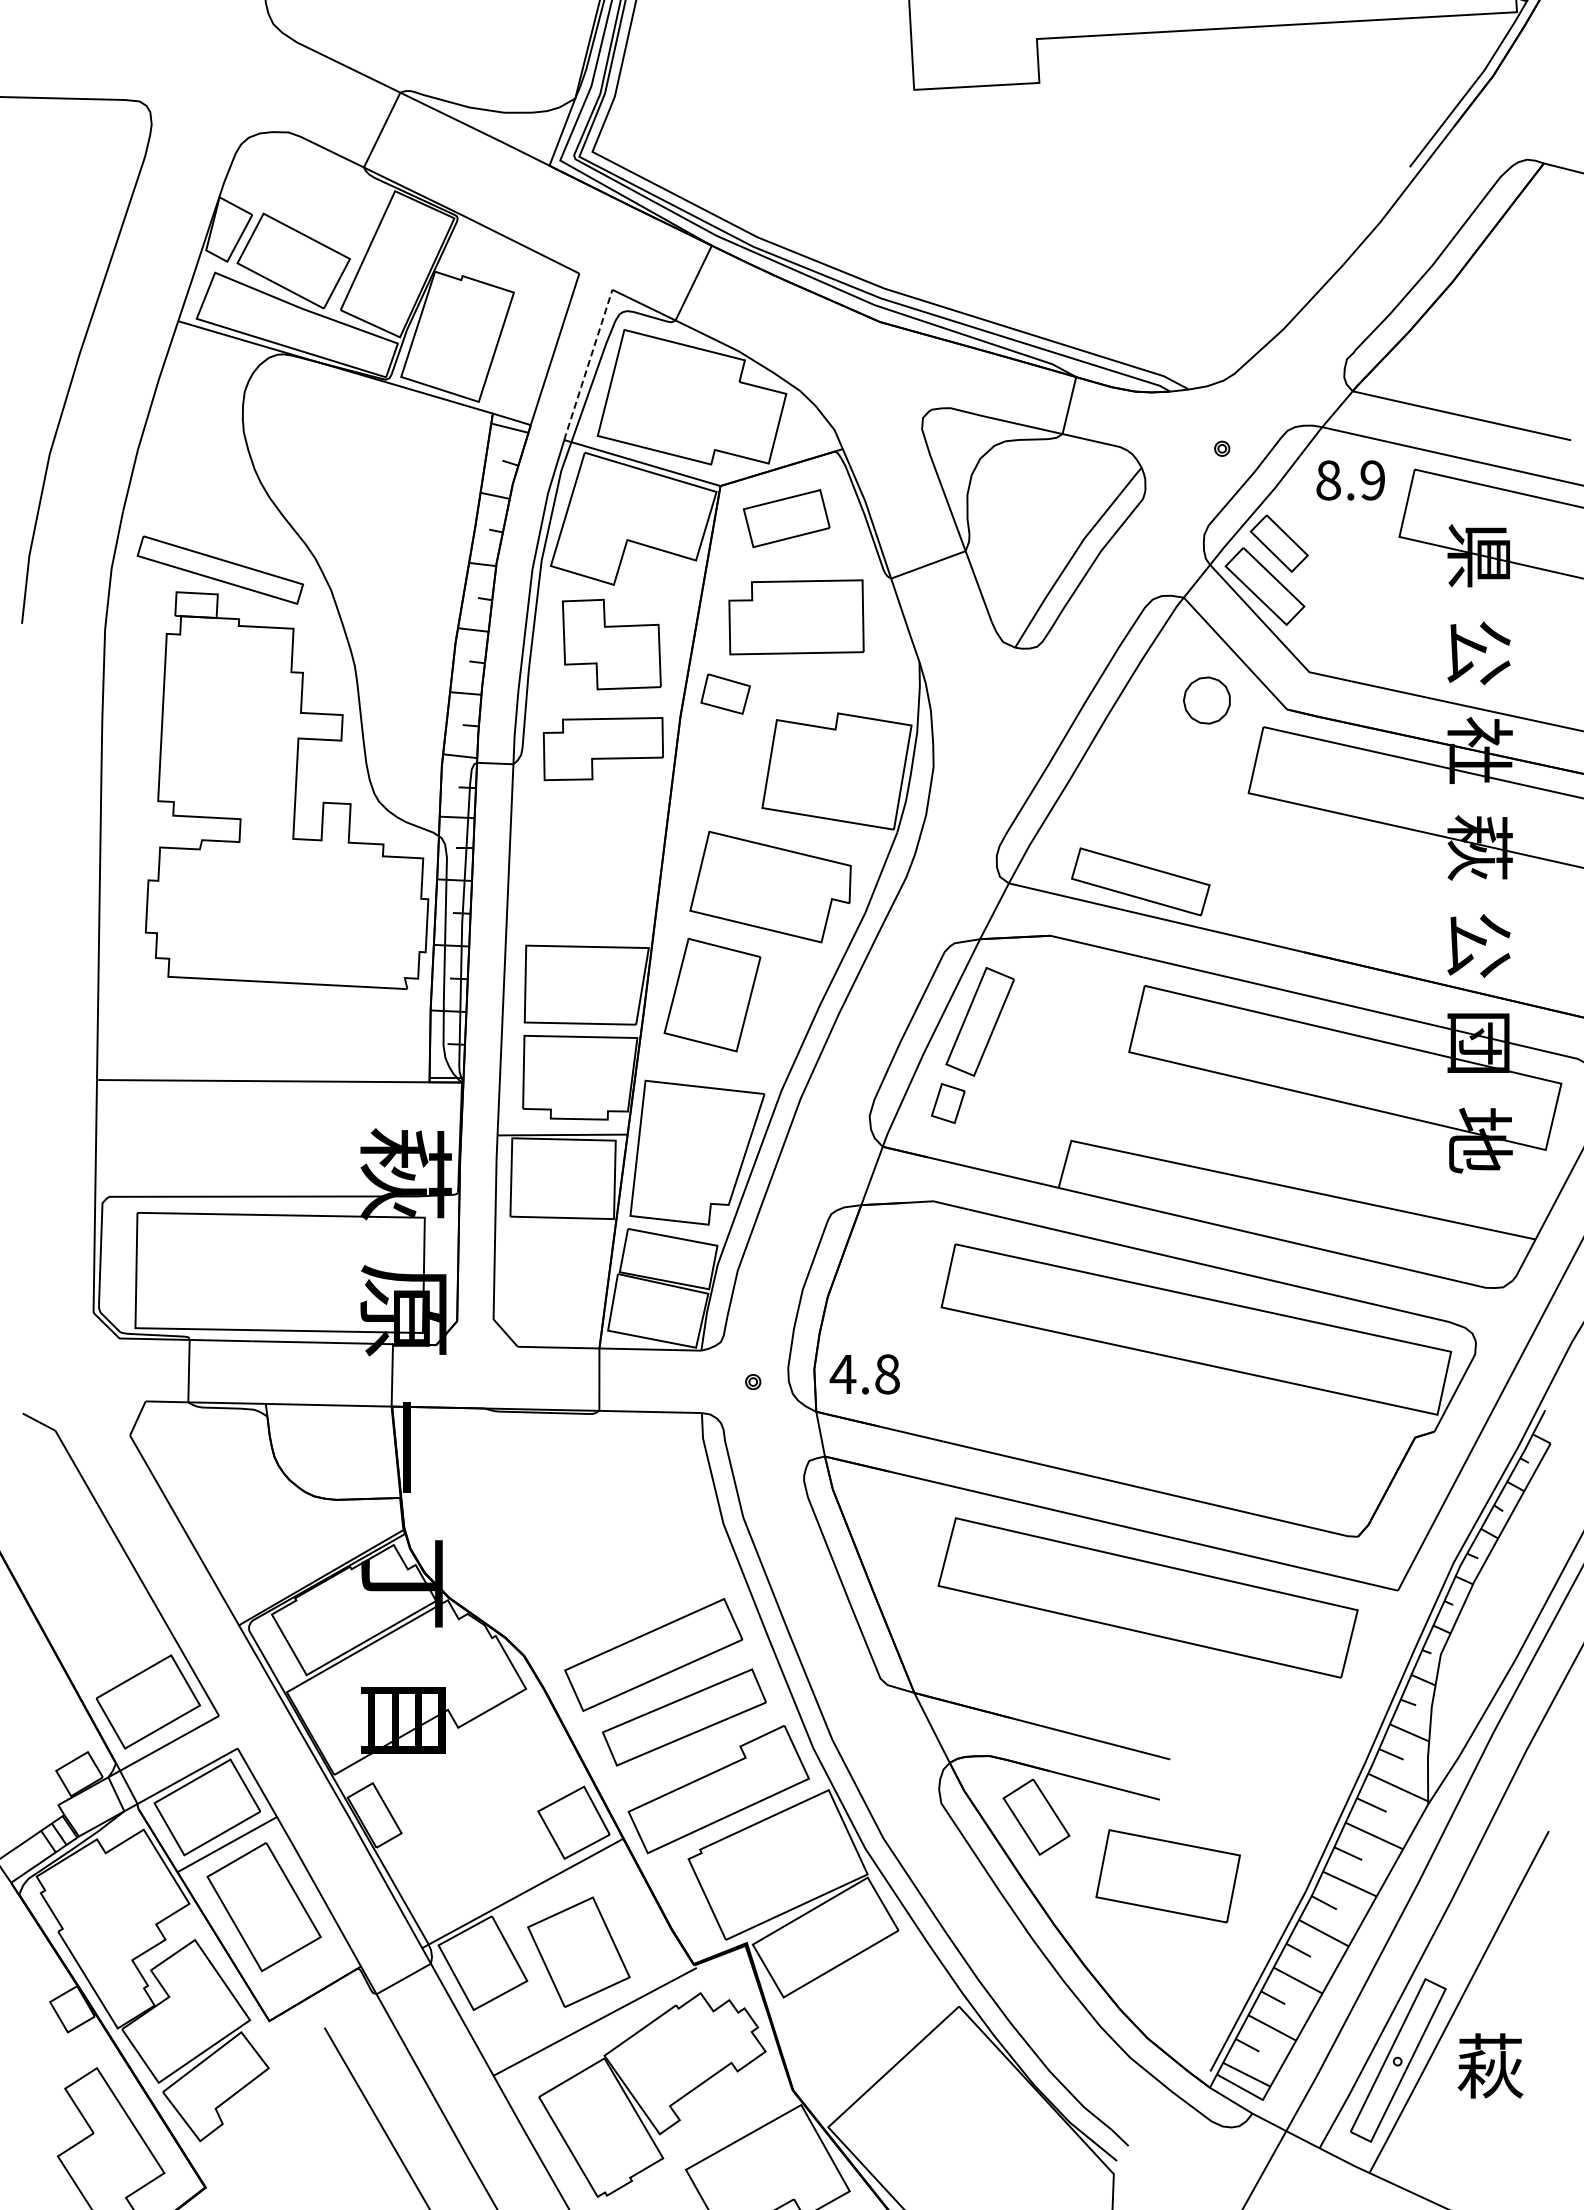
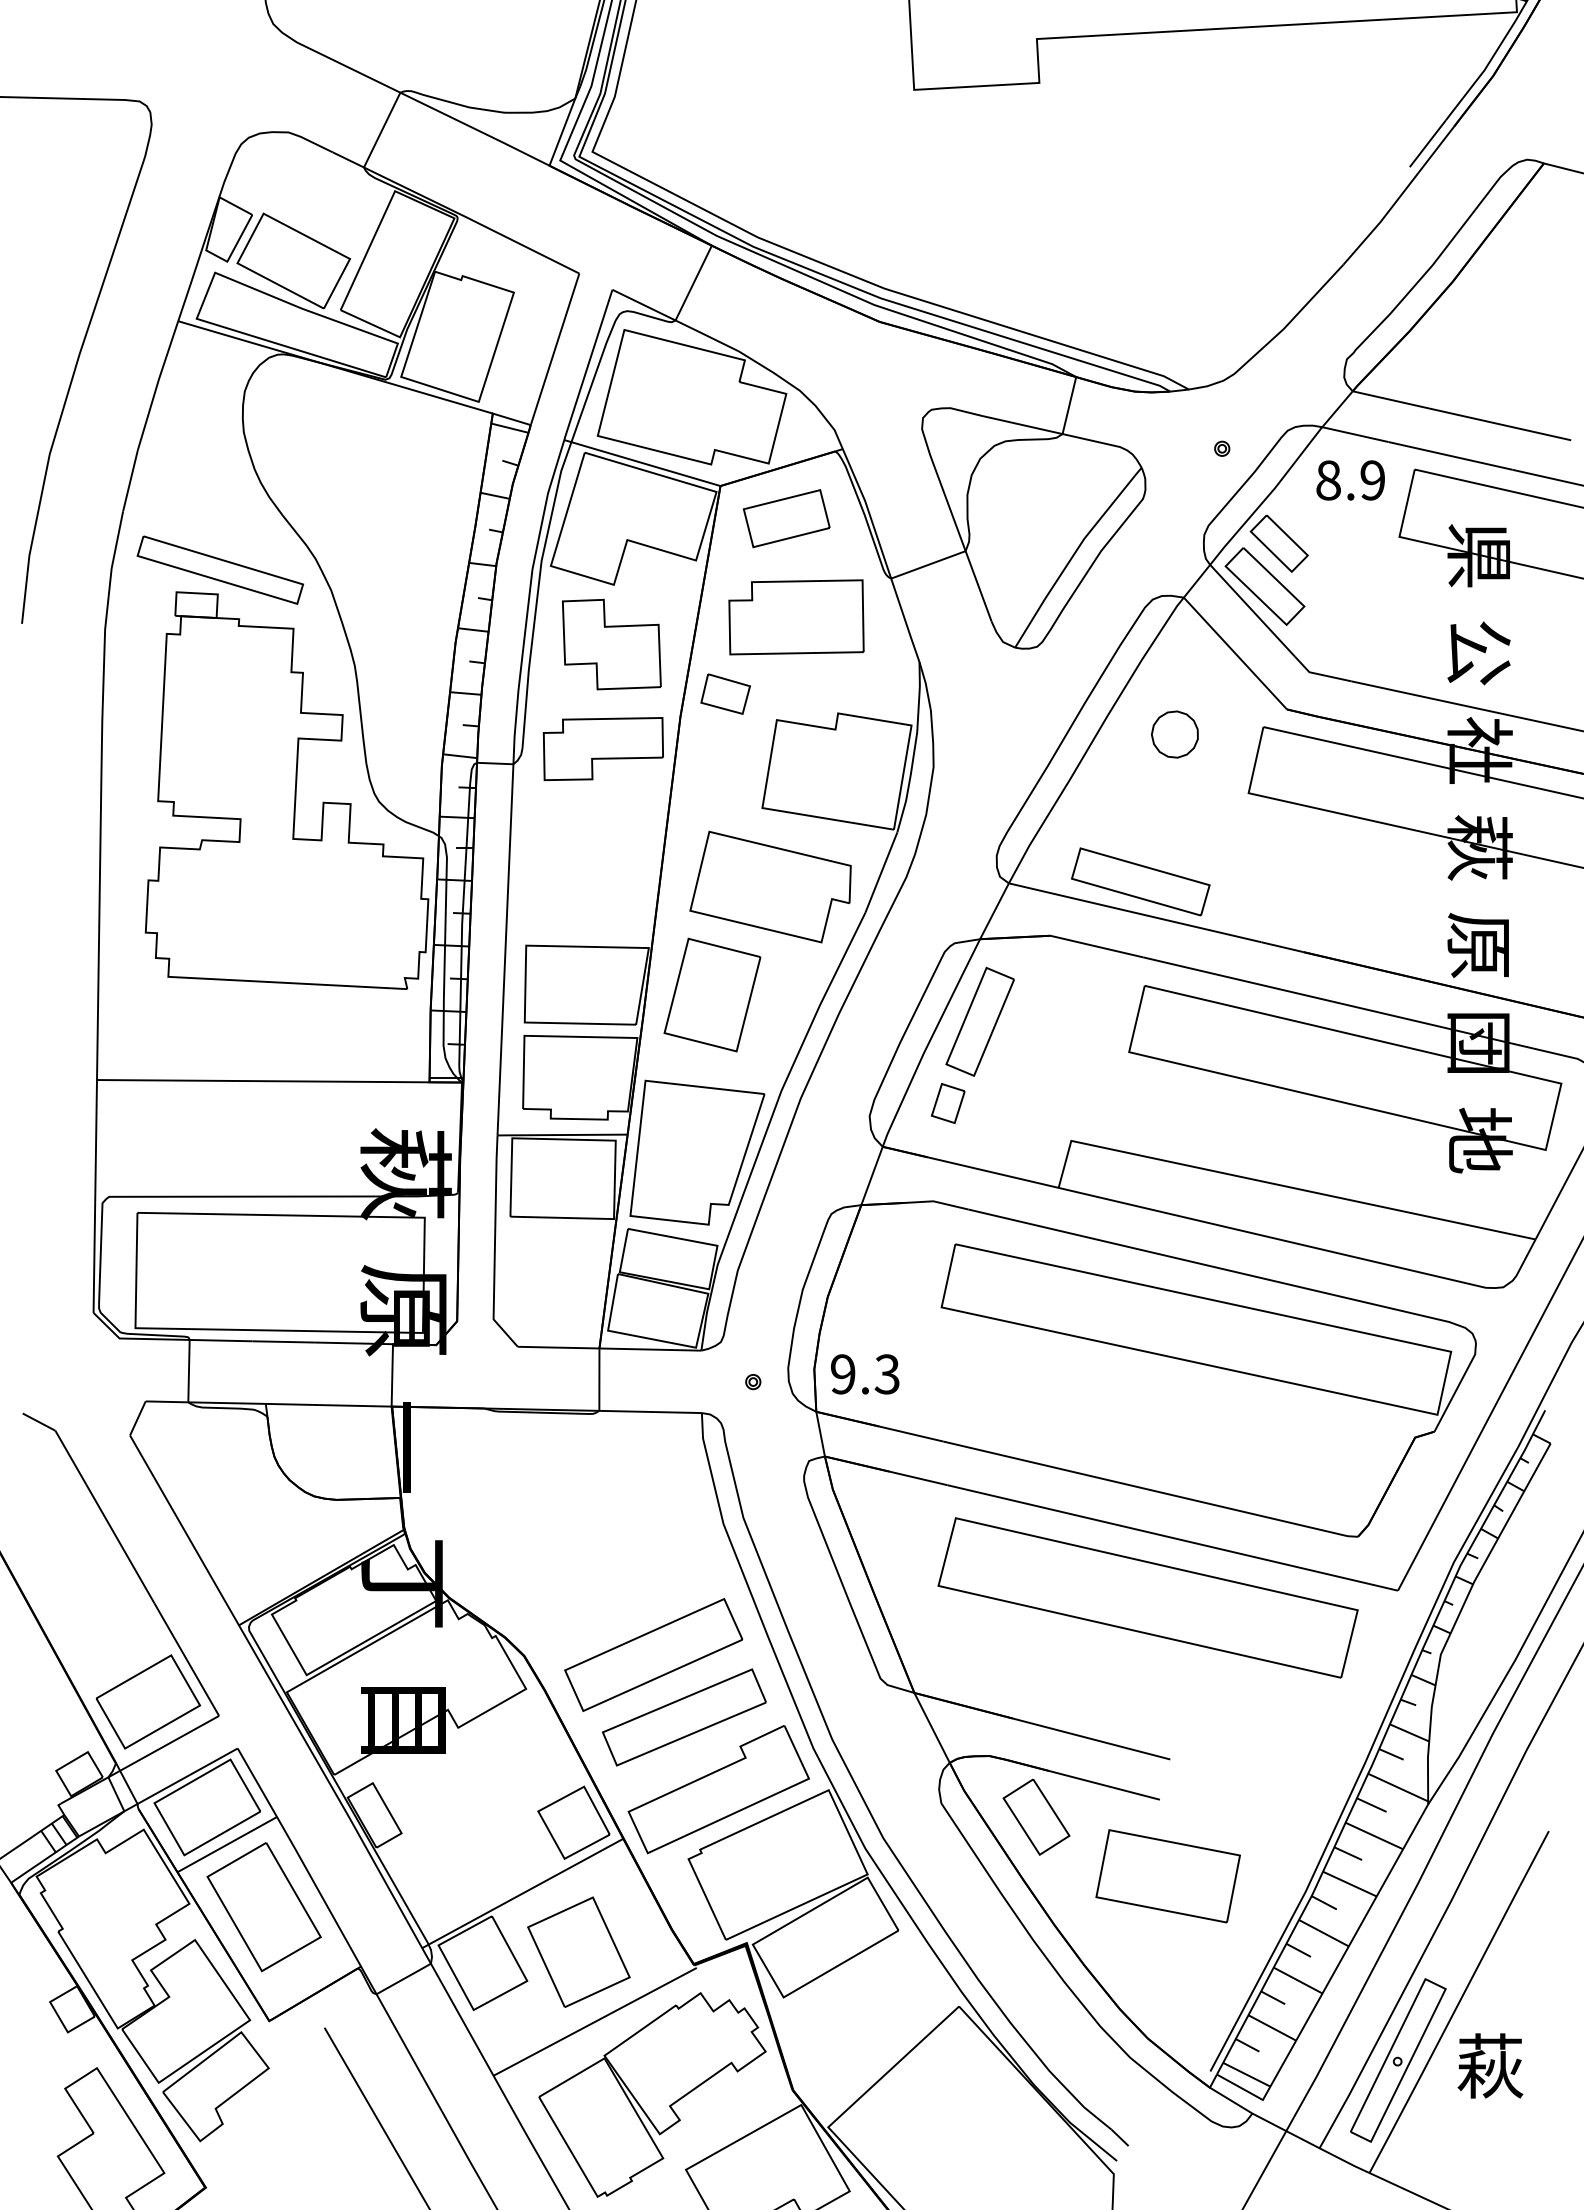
line at (588, 365): dashed -> solid
part at (1206, 700) position: (1206, 700) -> (1174, 734)
text at (1478, 945): 公 -> 原
text at (864, 1374): 4.8 -> 9.3
